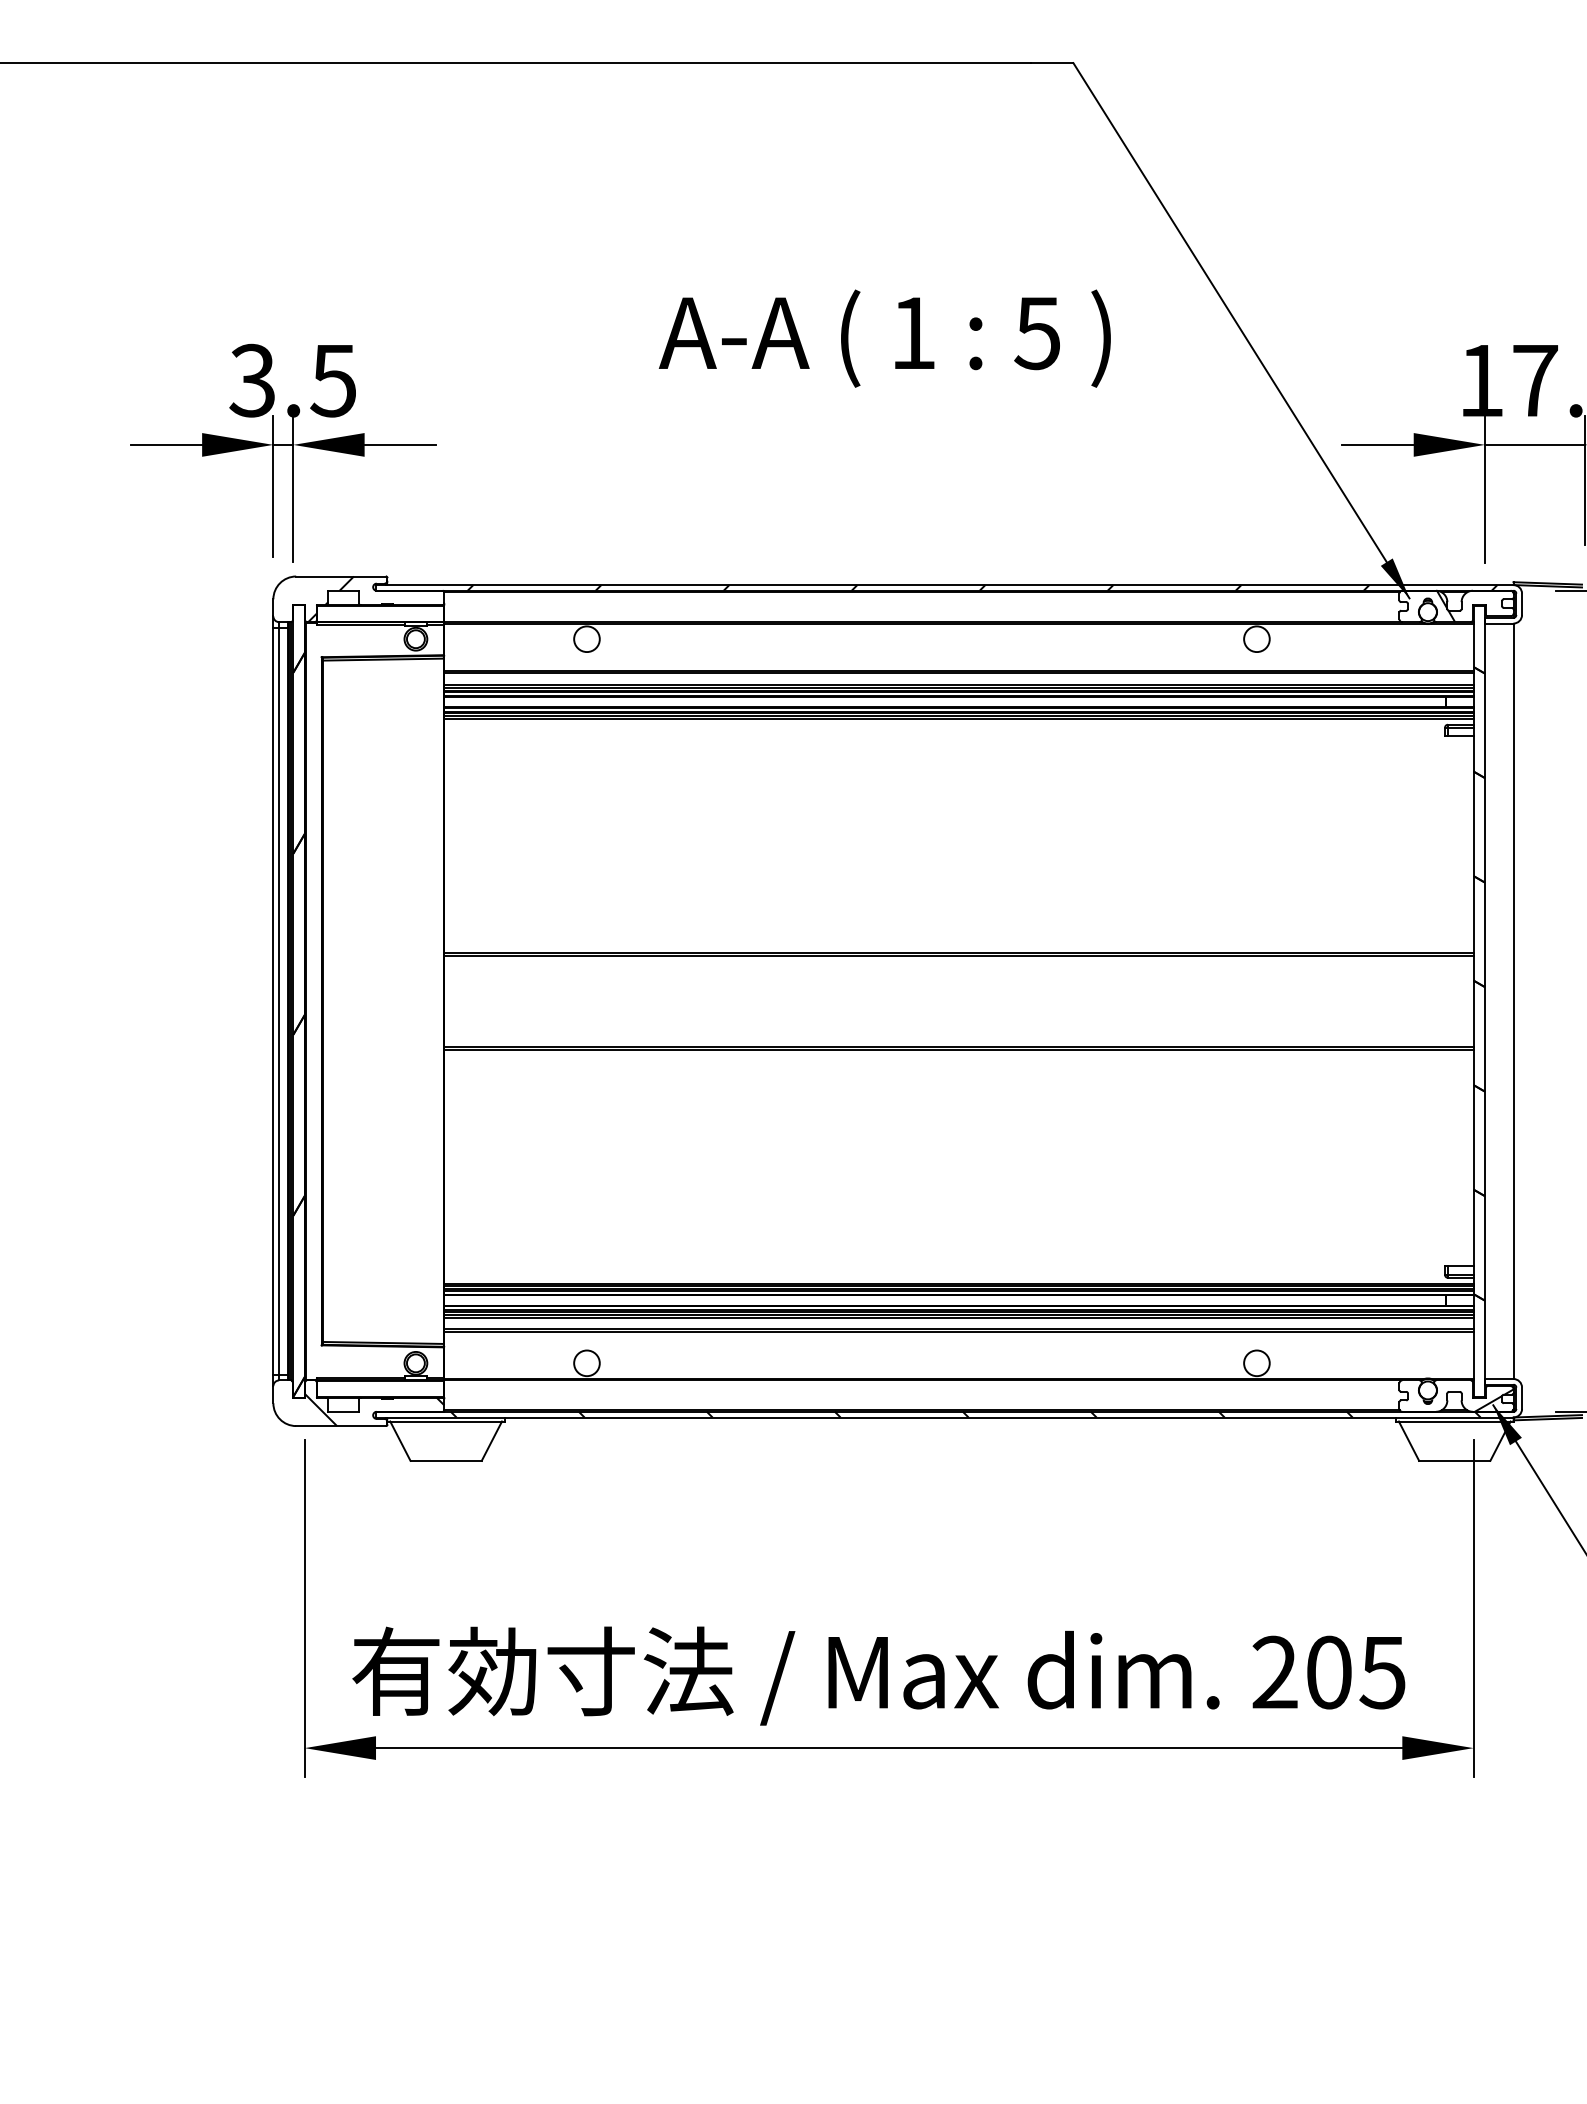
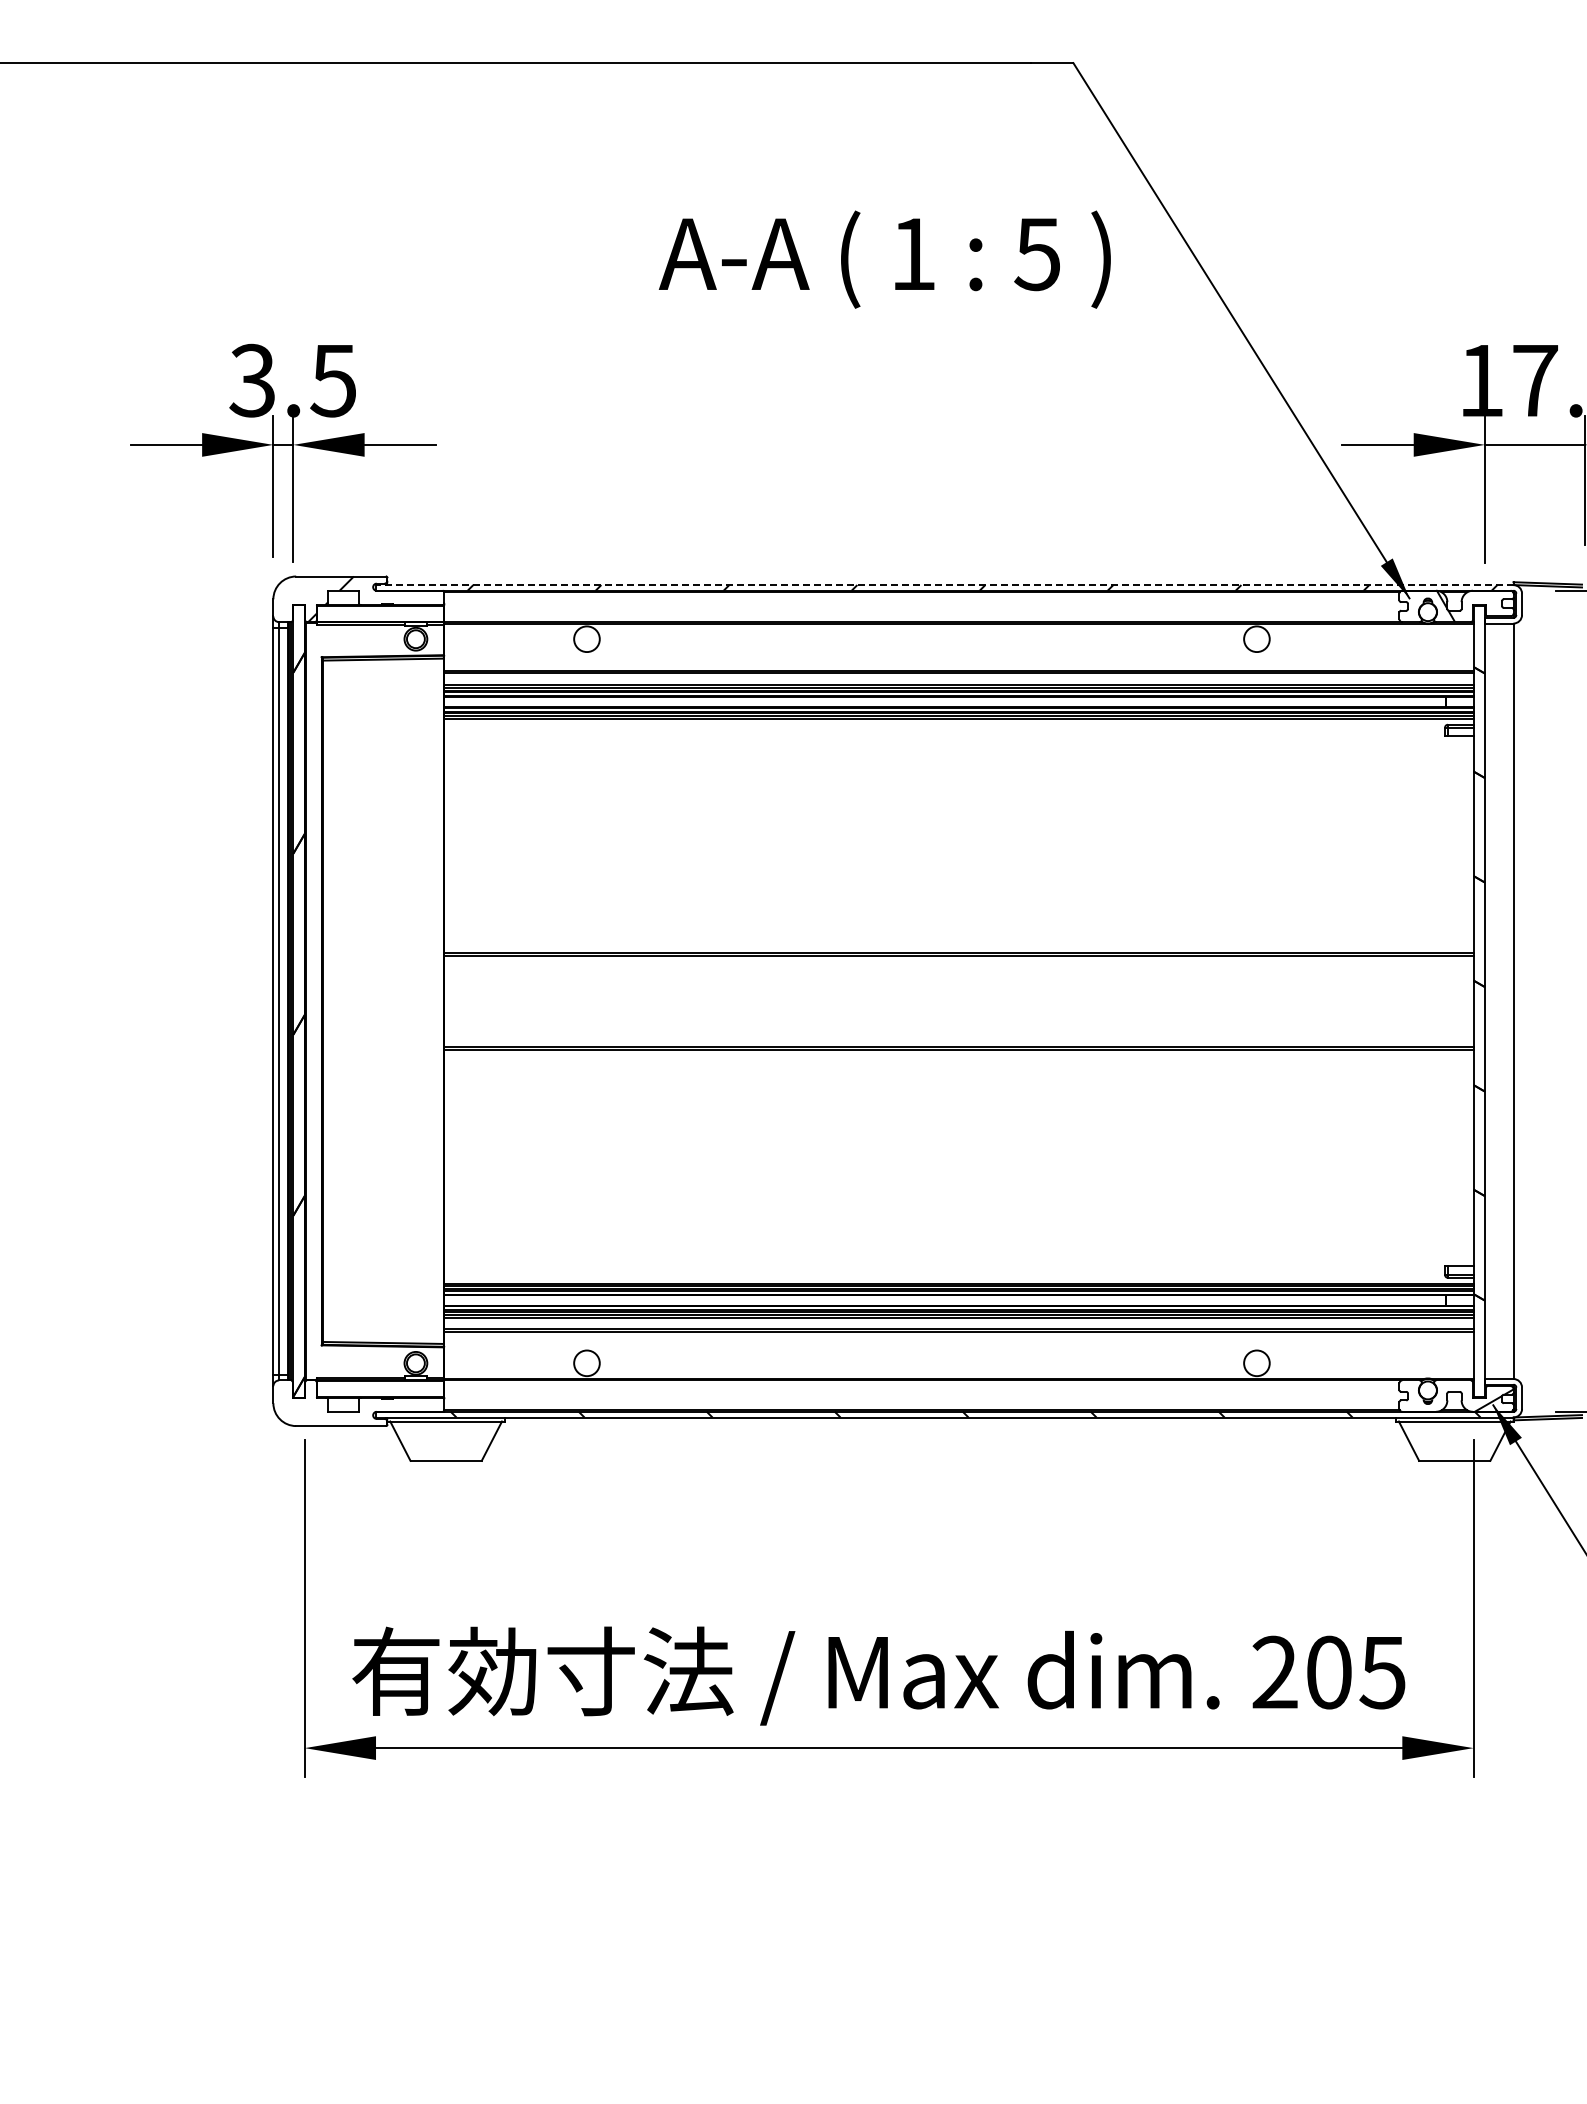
text at (884, 338) position: (884, 338) -> (884, 259)
line at (944, 585): solid -> dashed
hatch at (367, 1403): present -> none
